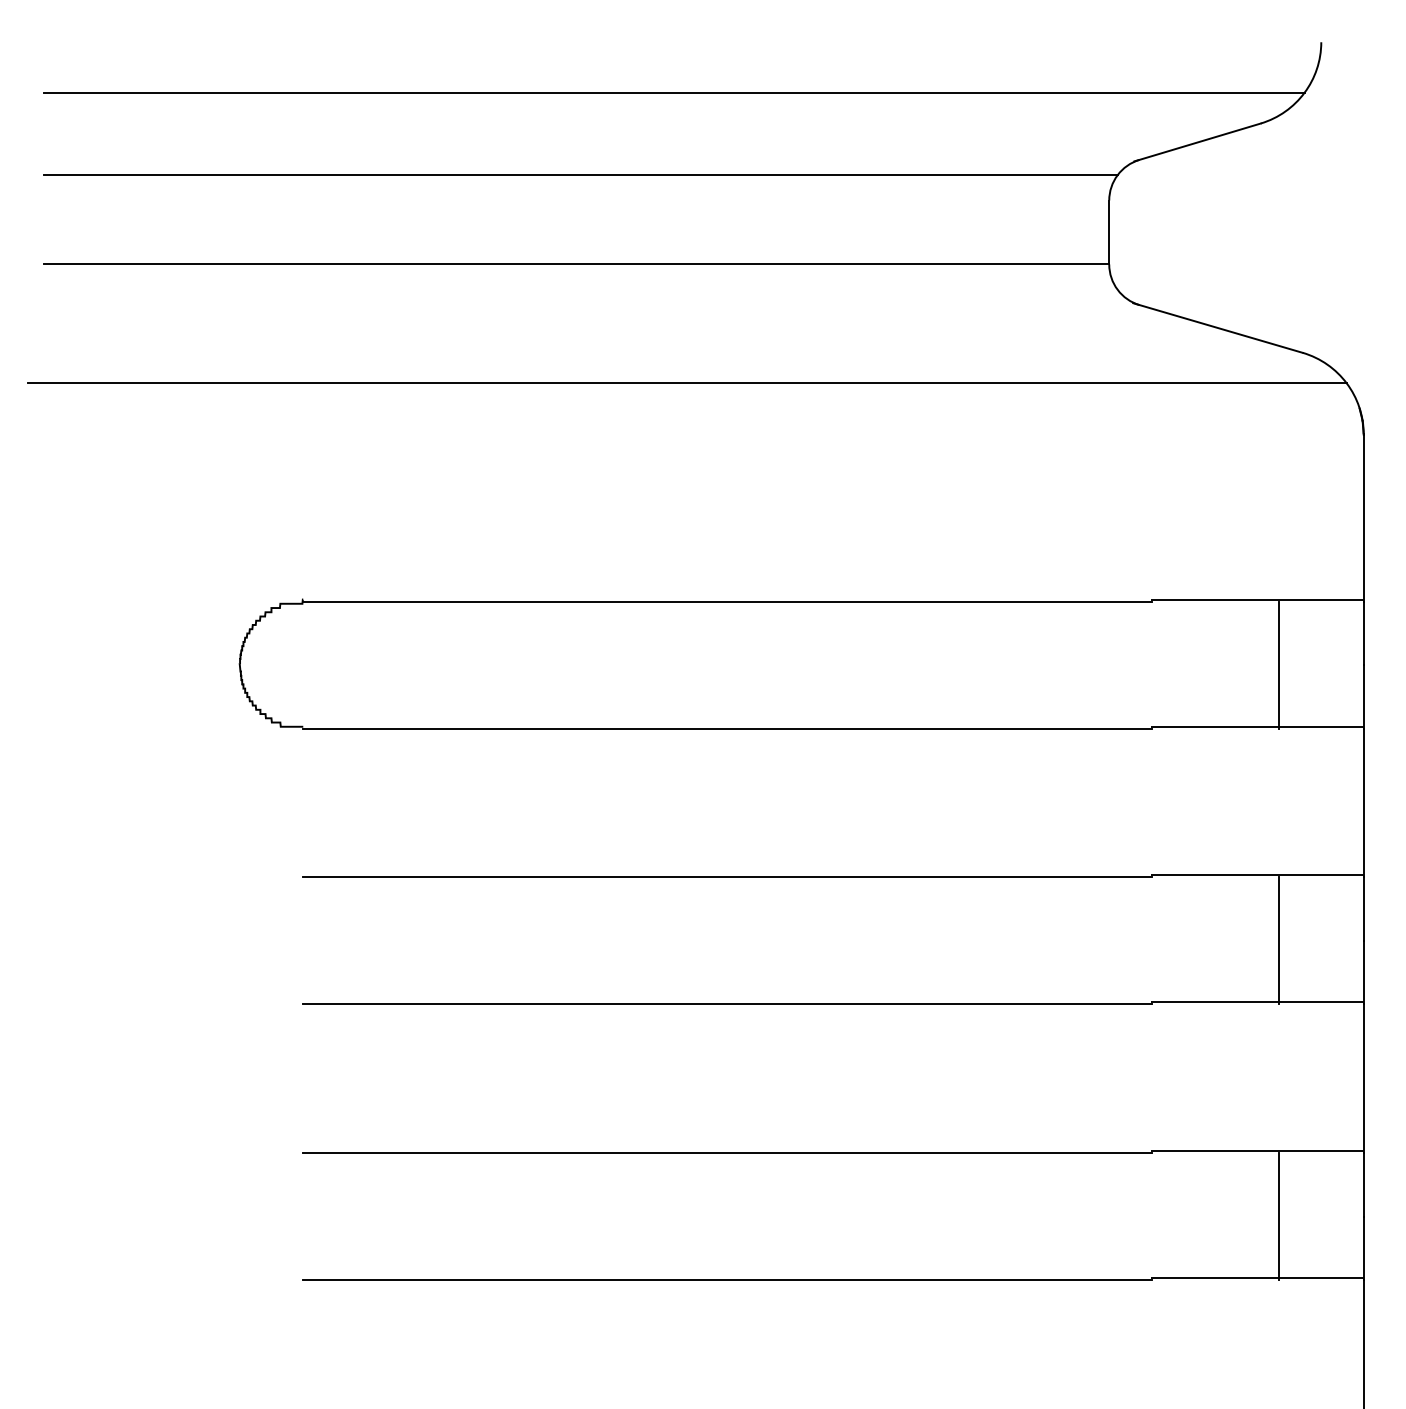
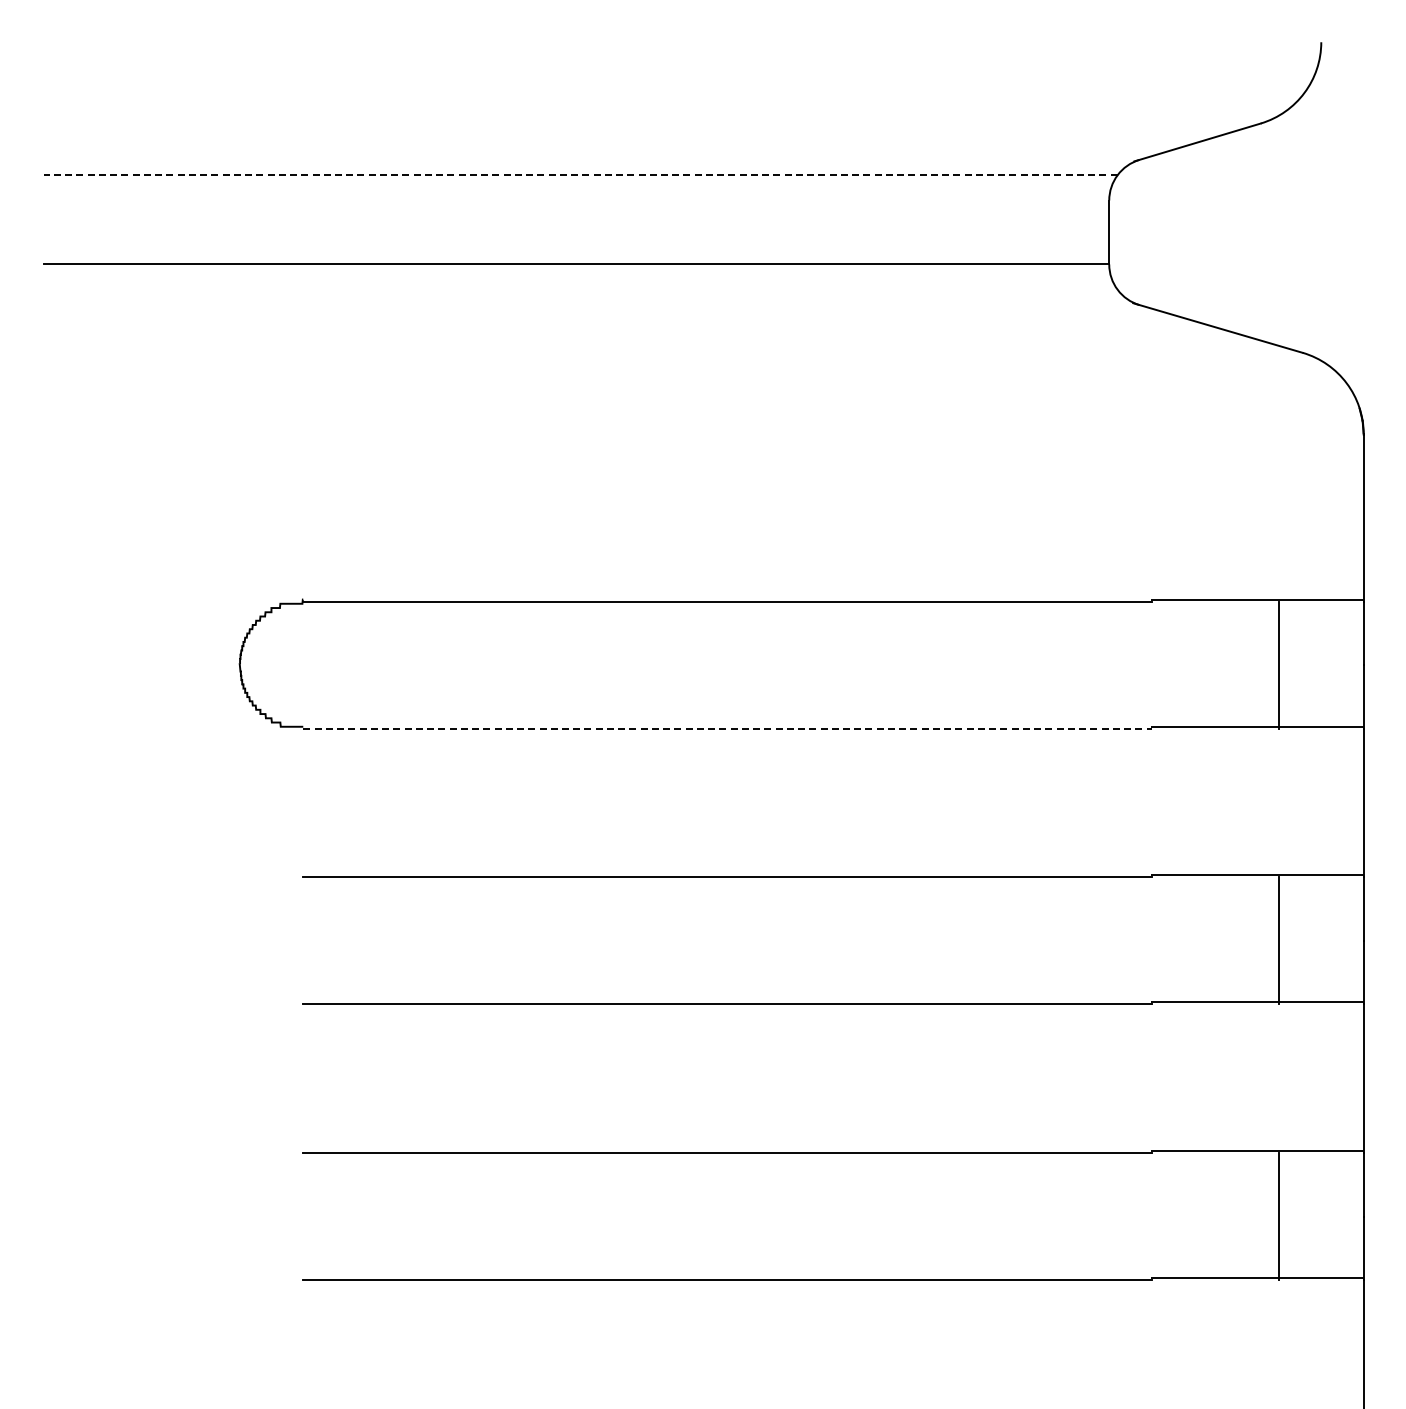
line at (674, 92): present -> none
line at (580, 175): solid -> dashed
line at (686, 383): present -> none
line at (728, 728): solid -> dashed
